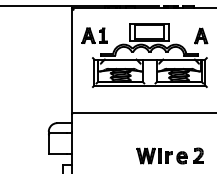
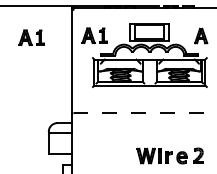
part at (31, 37): none -> present
line at (145, 113): solid -> dashed
